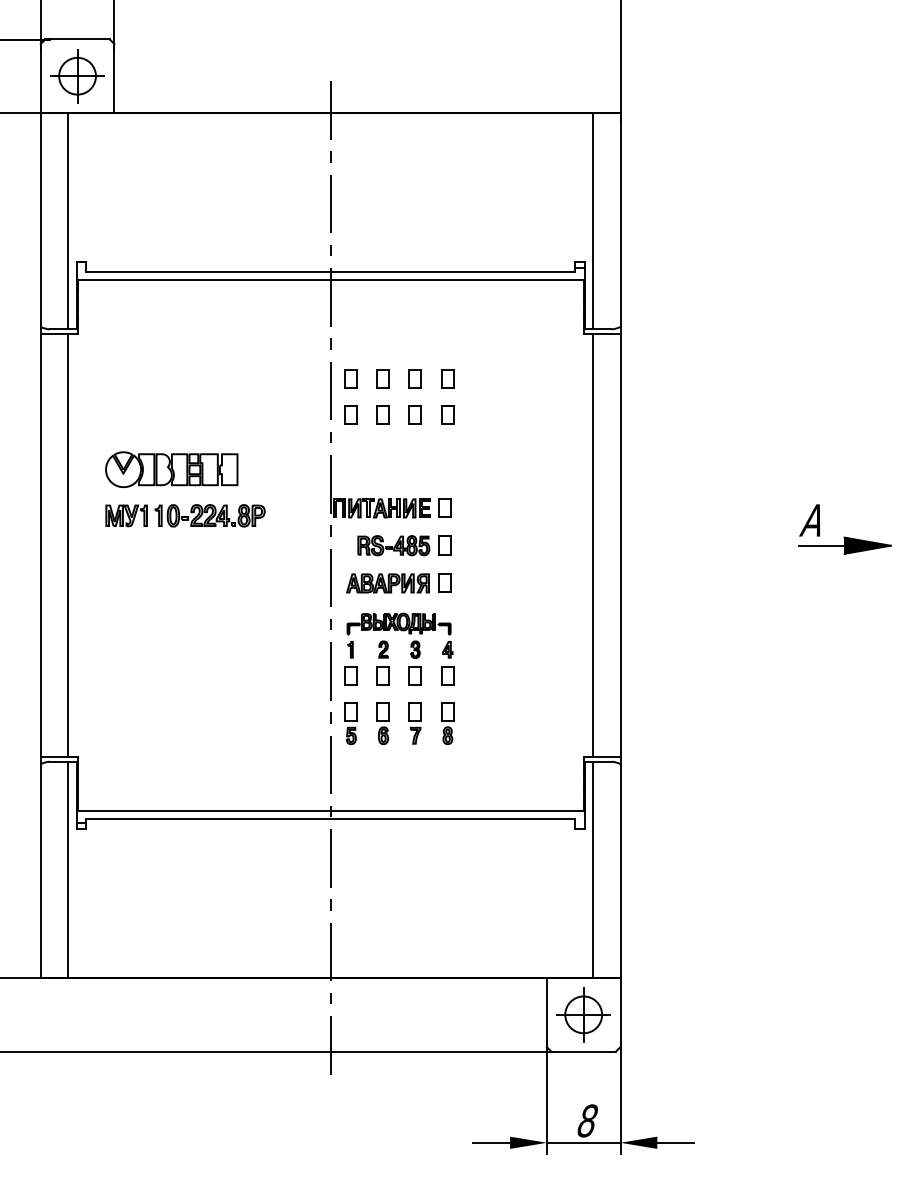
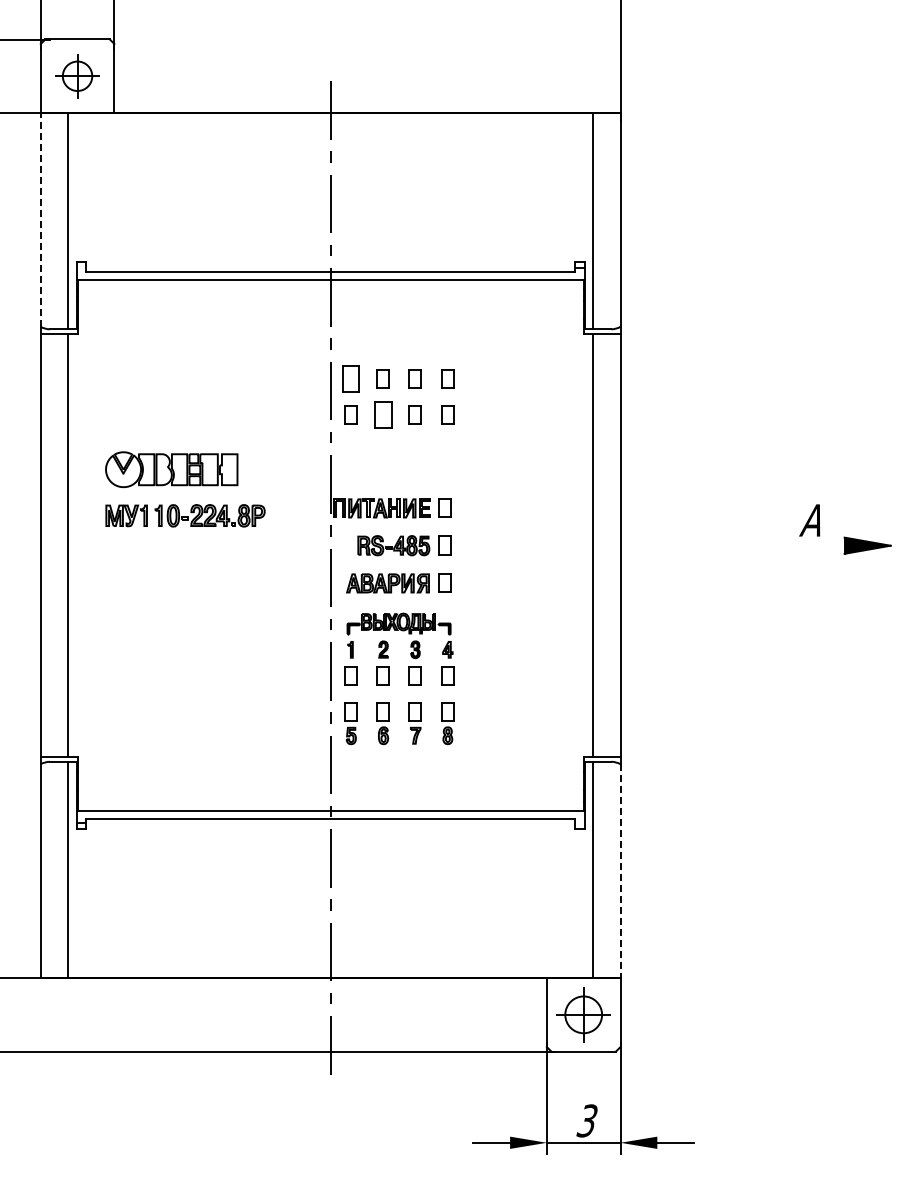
part at (77, 76) size: 55x55 px -> 45x45 px
line at (40, 220): solid -> dashed
part at (350, 378) size: 14x20 px -> 18x28 px
part at (382, 414) size: 14x20 px -> 19x28 px
line at (821, 545): present -> none
line at (620, 871): solid -> dashed
text at (586, 1120): 8 -> 3
